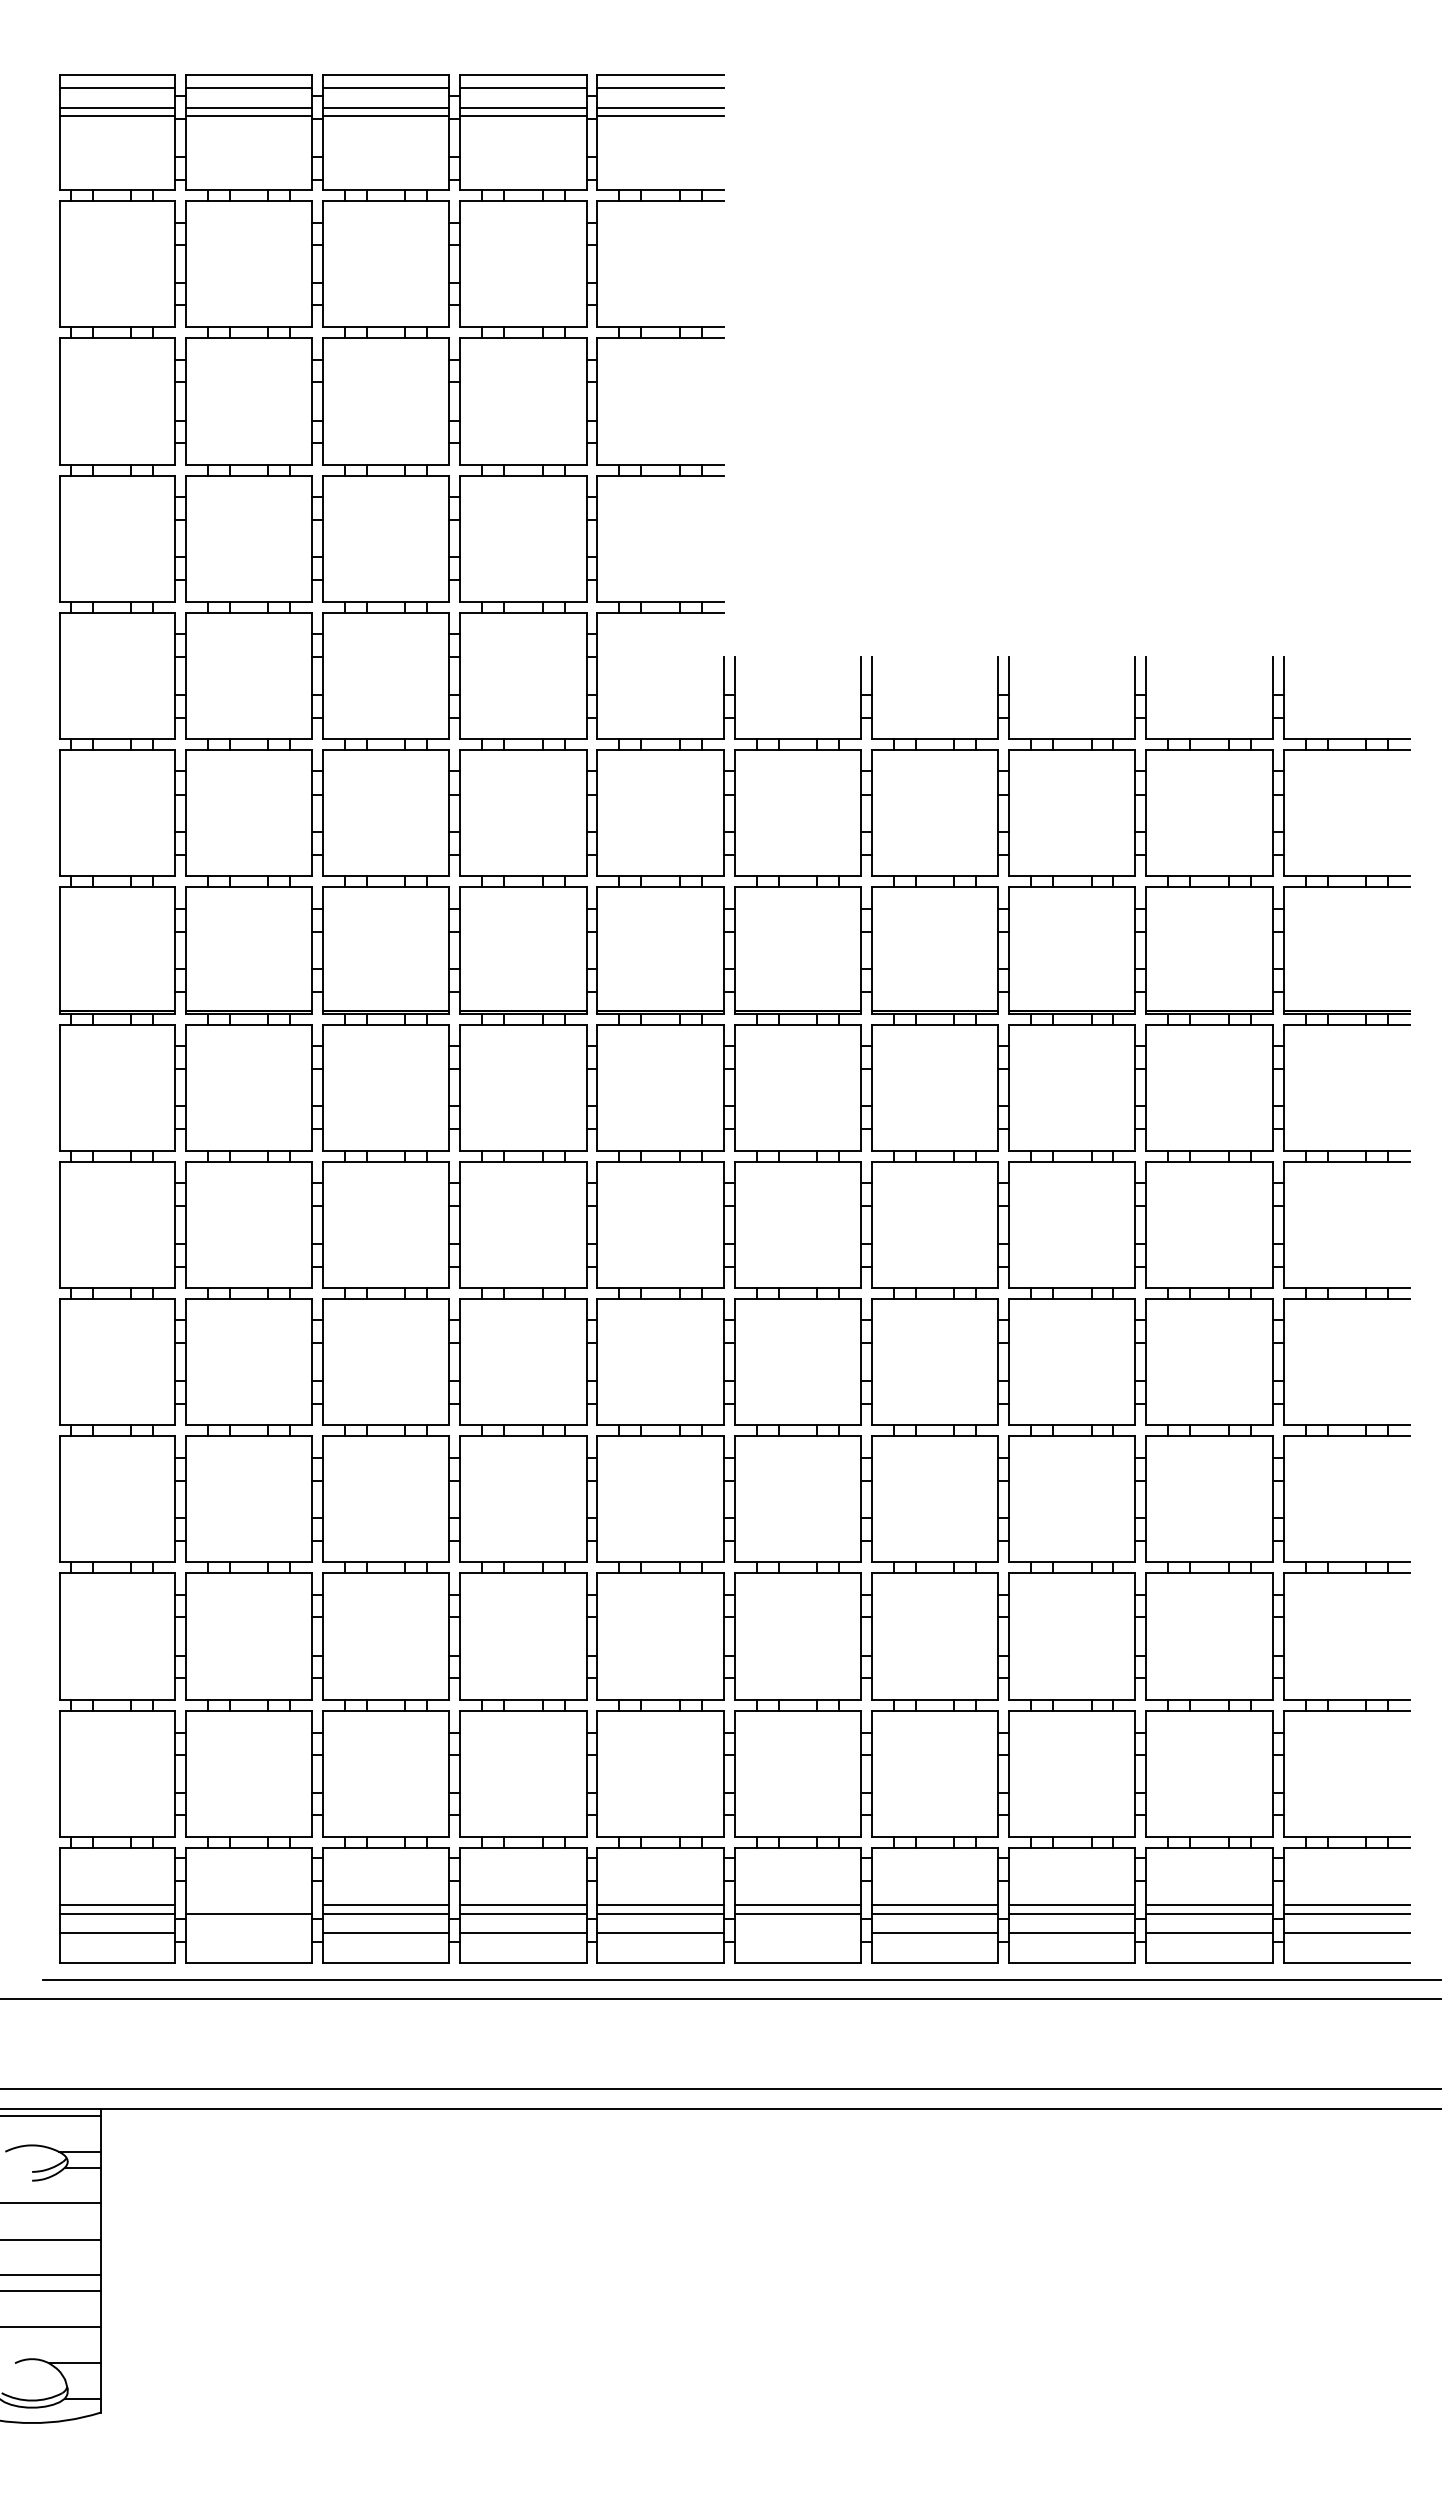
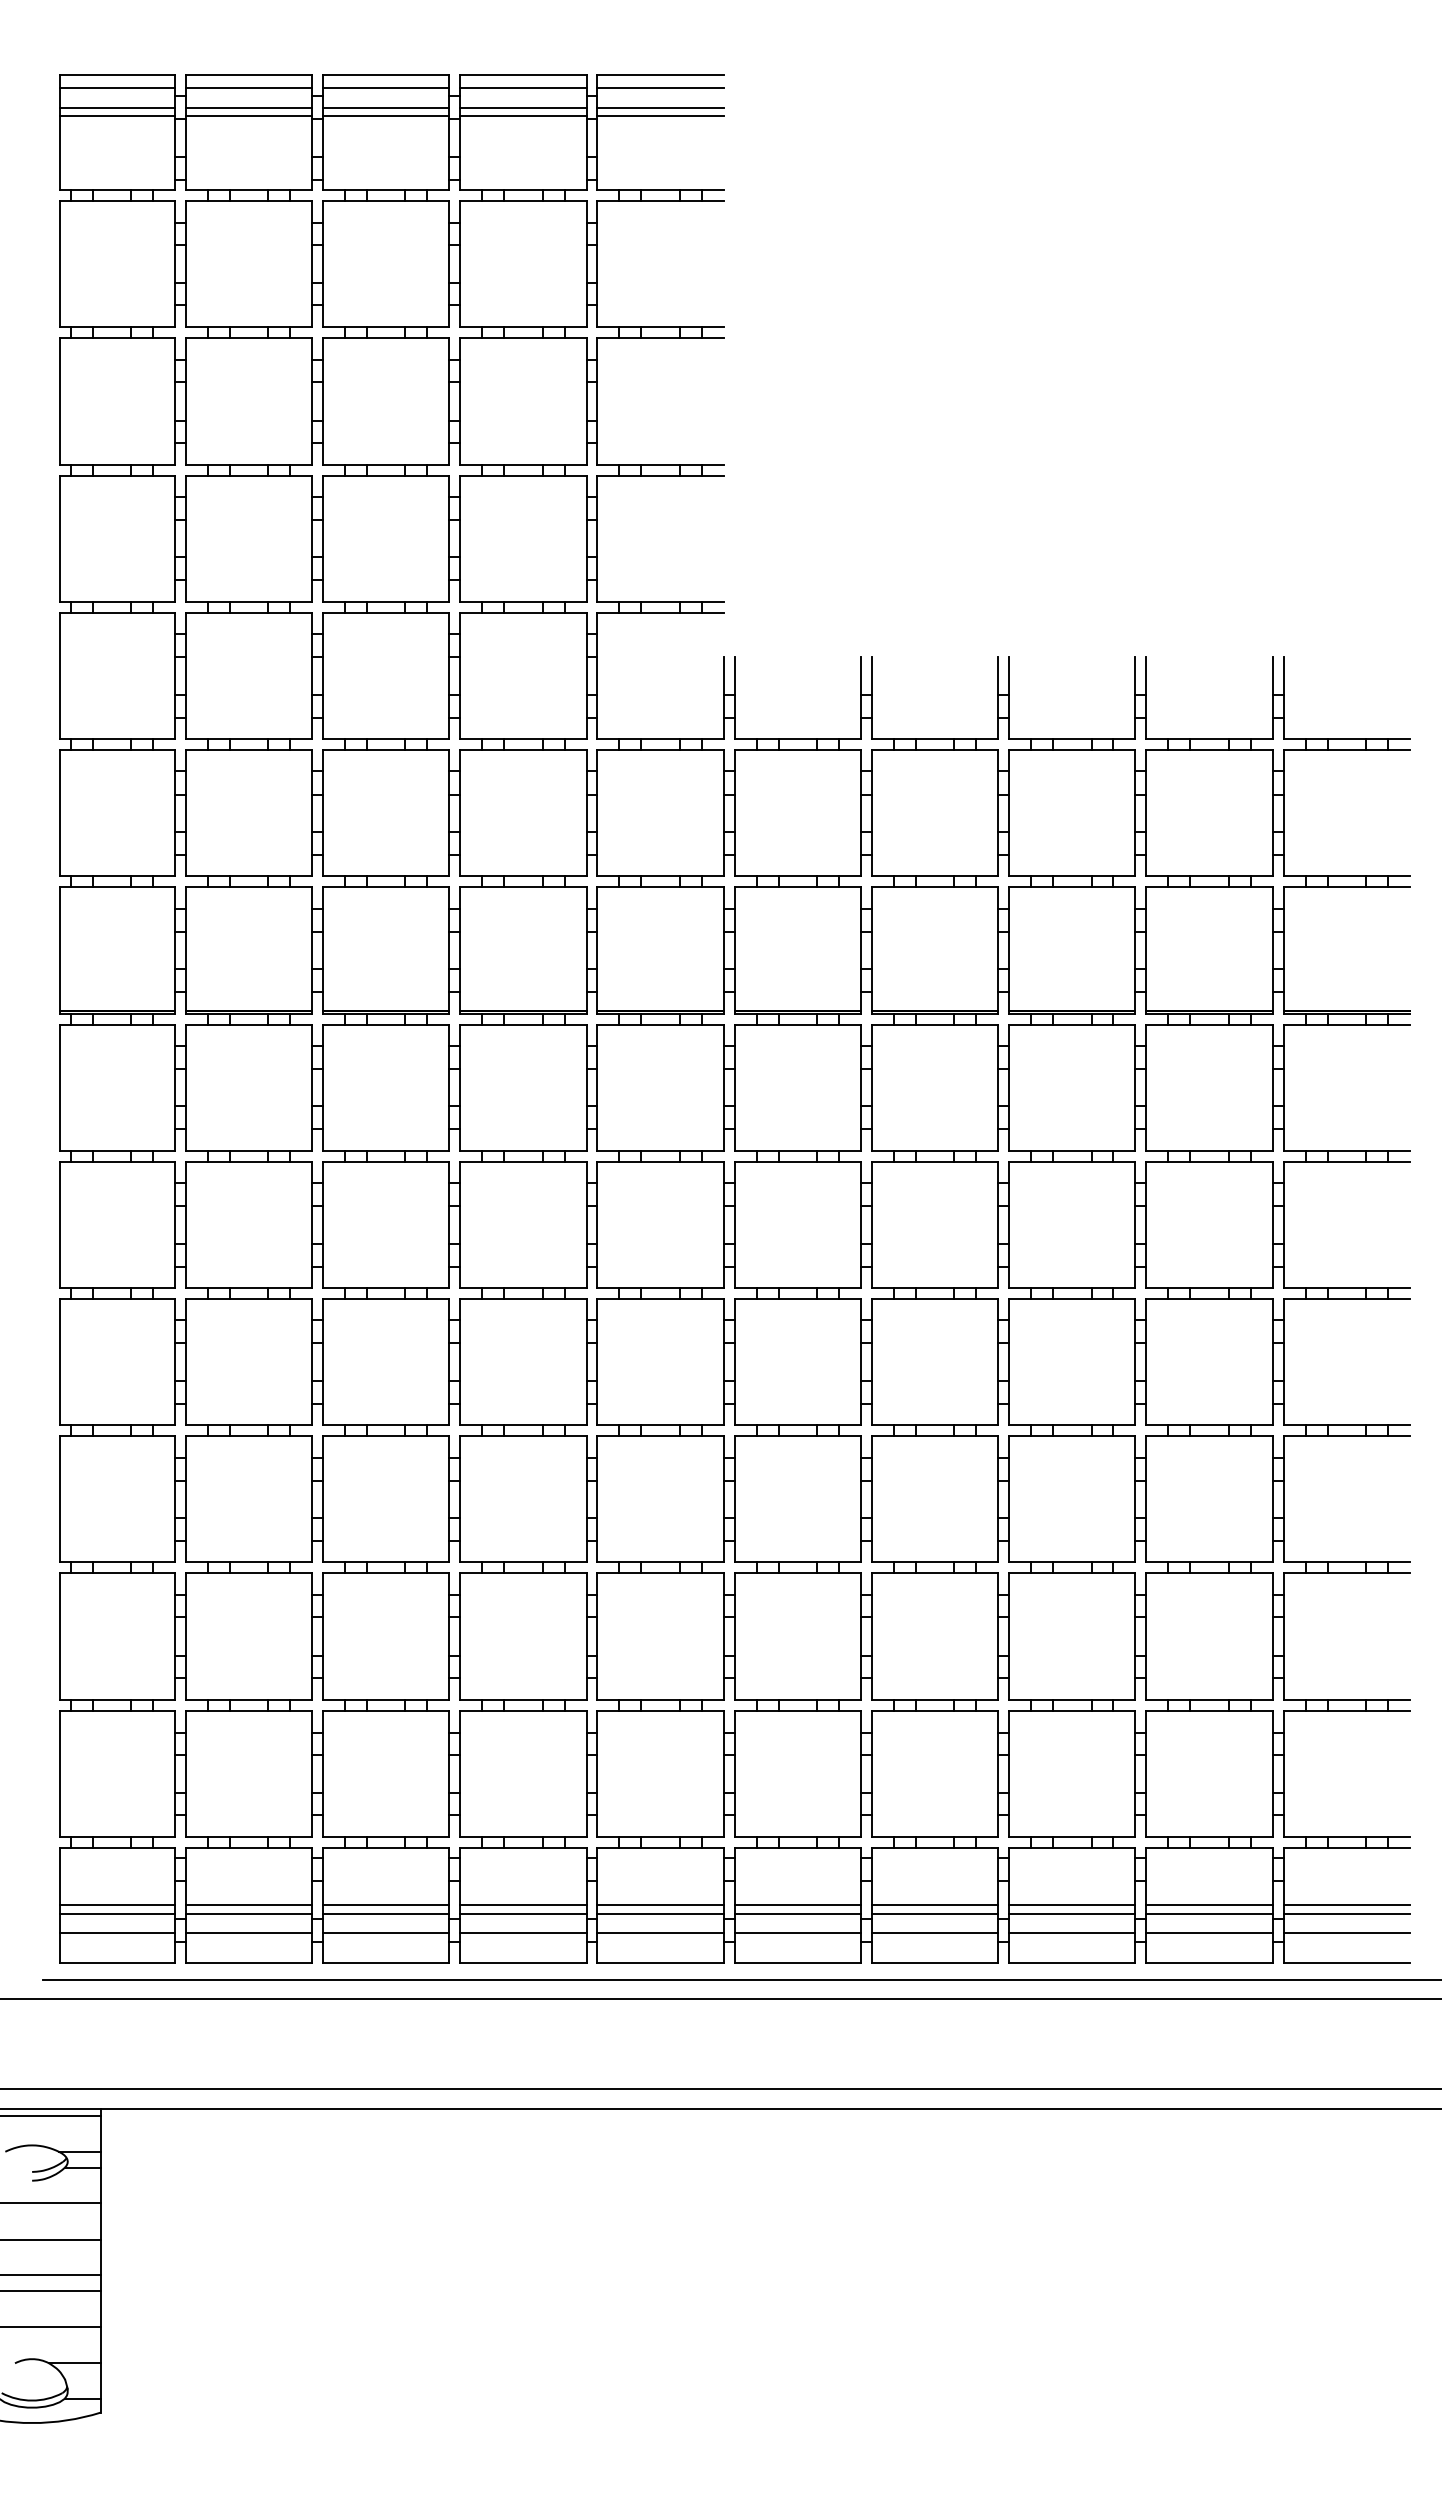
line at (248, 1905): none -> present
line at (248, 1933): none -> present
line at (797, 1933): none -> present
